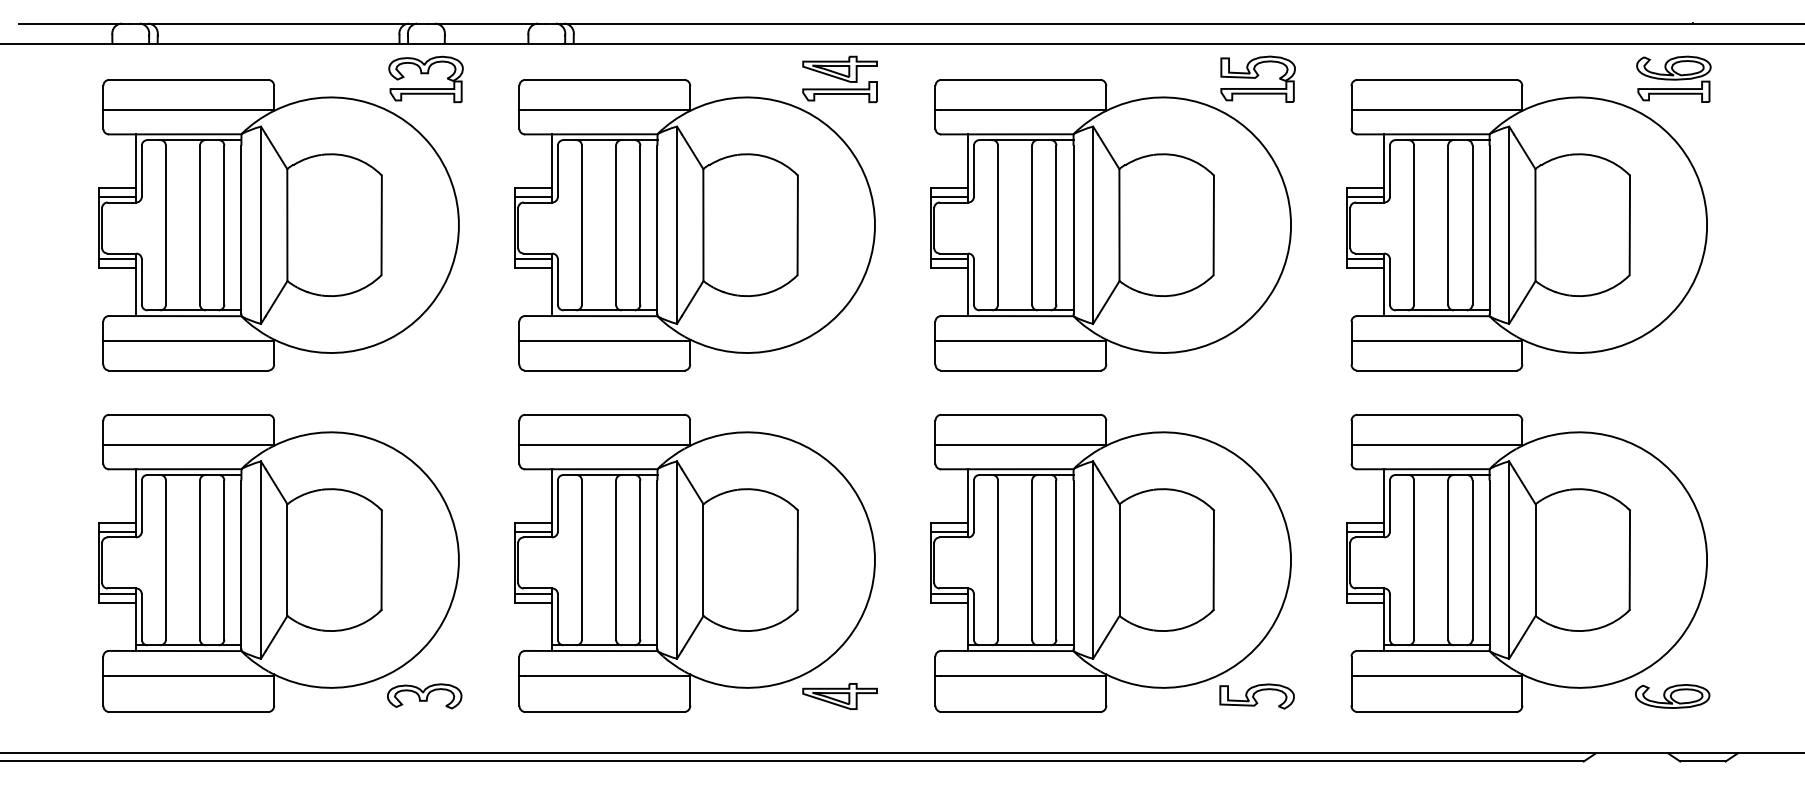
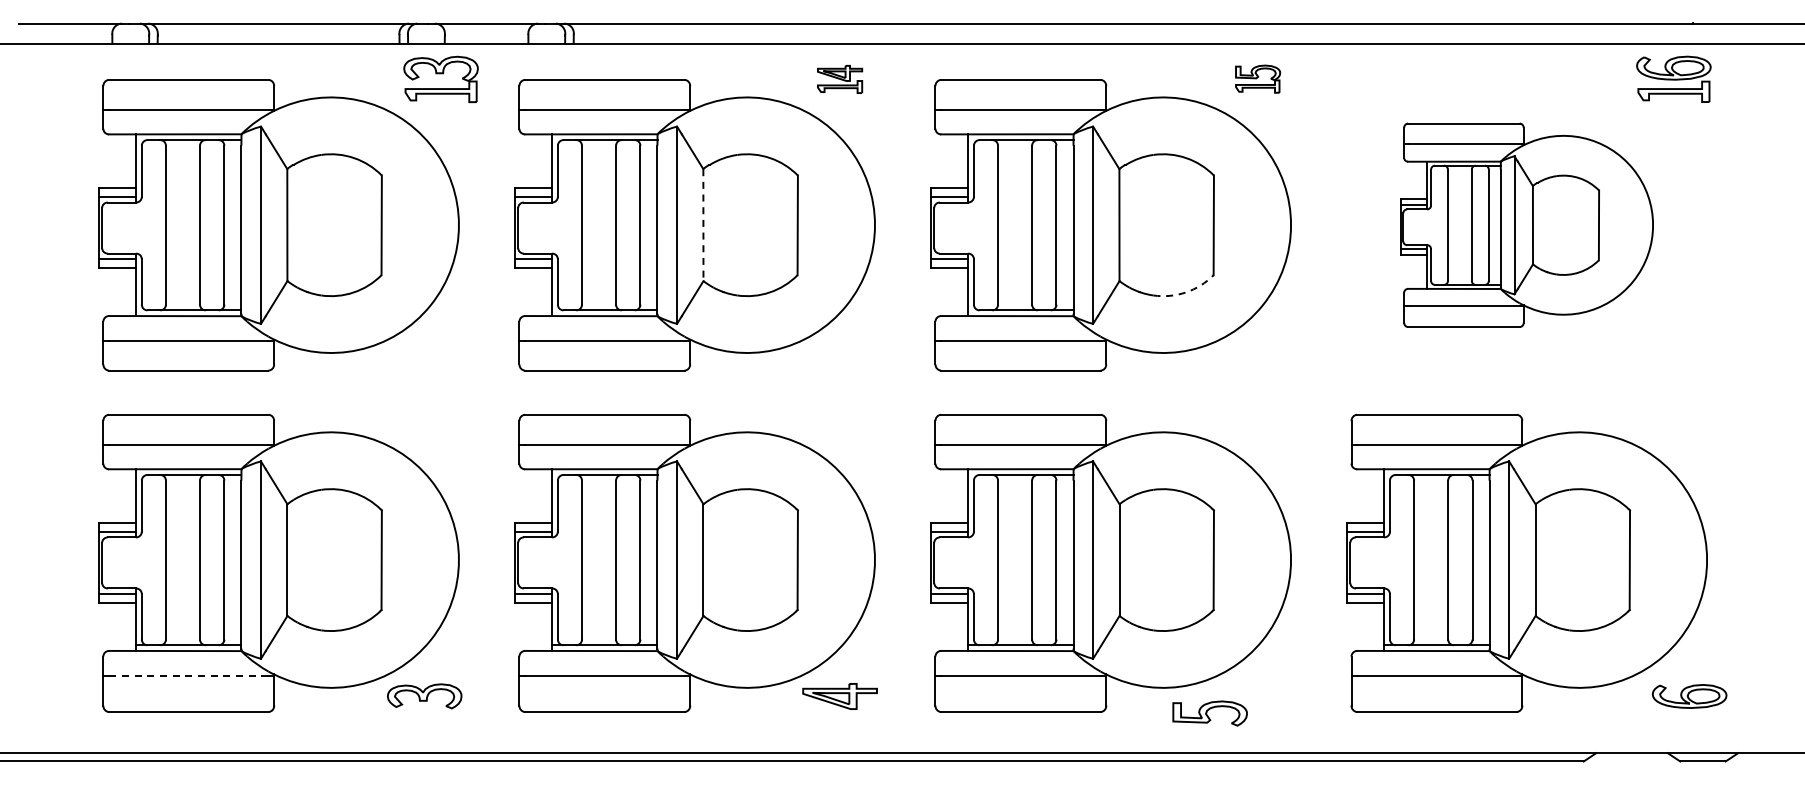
part at (1257, 78) size: 76x48 px -> 47x30 px
part at (425, 79) position: (425, 79) -> (440, 79)
part at (839, 79) size: 76x49 px -> 47x29 px
line at (703, 225): solid -> dashed
part at (1526, 225) size: 362x293 px -> 254x206 px
arc at (1185, 292): solid -> dashed
line at (188, 676): solid -> dashed
part at (1256, 696) position: (1256, 696) -> (1209, 713)
part at (1672, 696) position: (1672, 696) -> (1689, 696)
